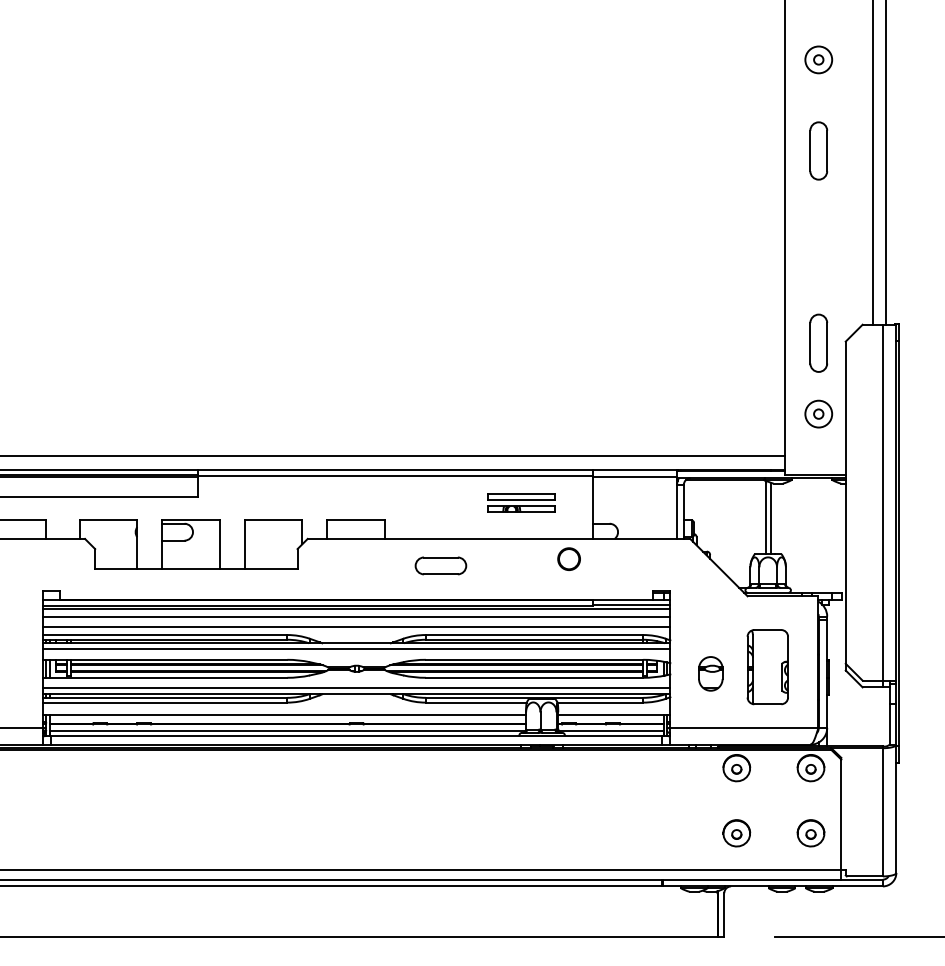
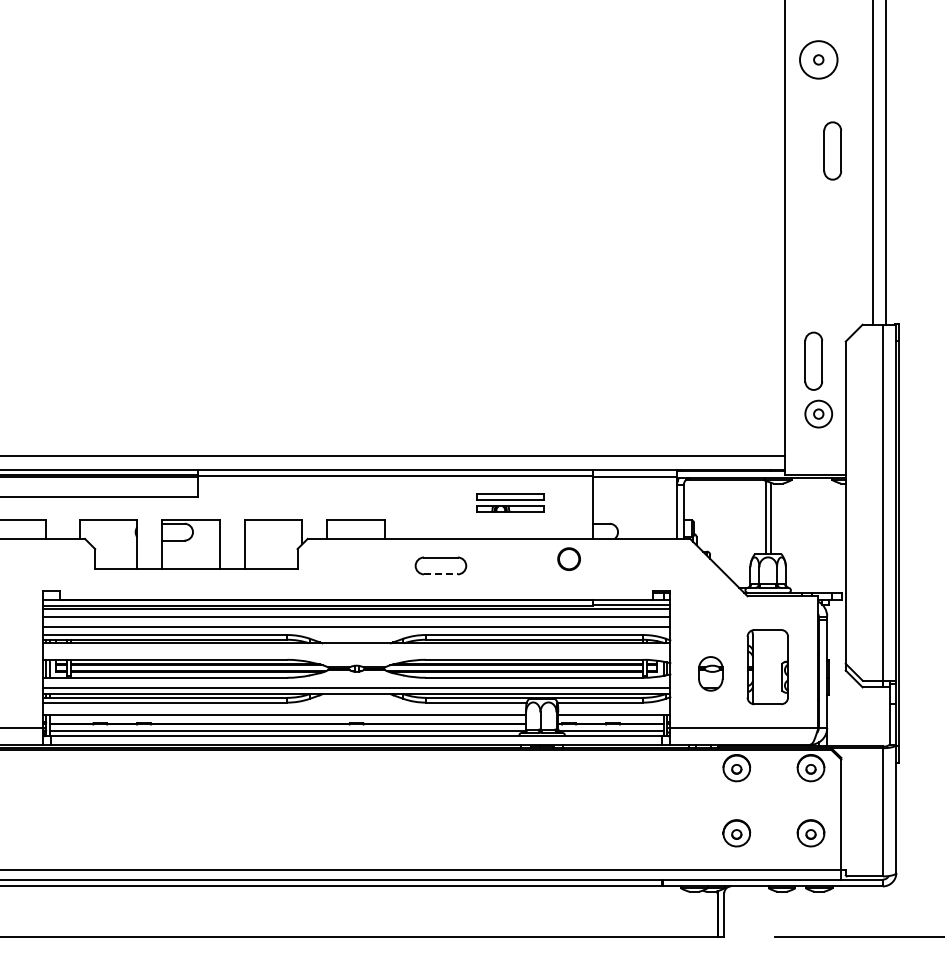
circle at (818, 59) diameter: 27 px -> 38 px
part at (818, 150) position: (818, 150) -> (832, 150)
part at (818, 342) position: (818, 342) -> (813, 360)
part at (521, 502) position: (521, 502) -> (510, 502)
line at (440, 574): solid -> dashed
line at (356, 649): present -> none
